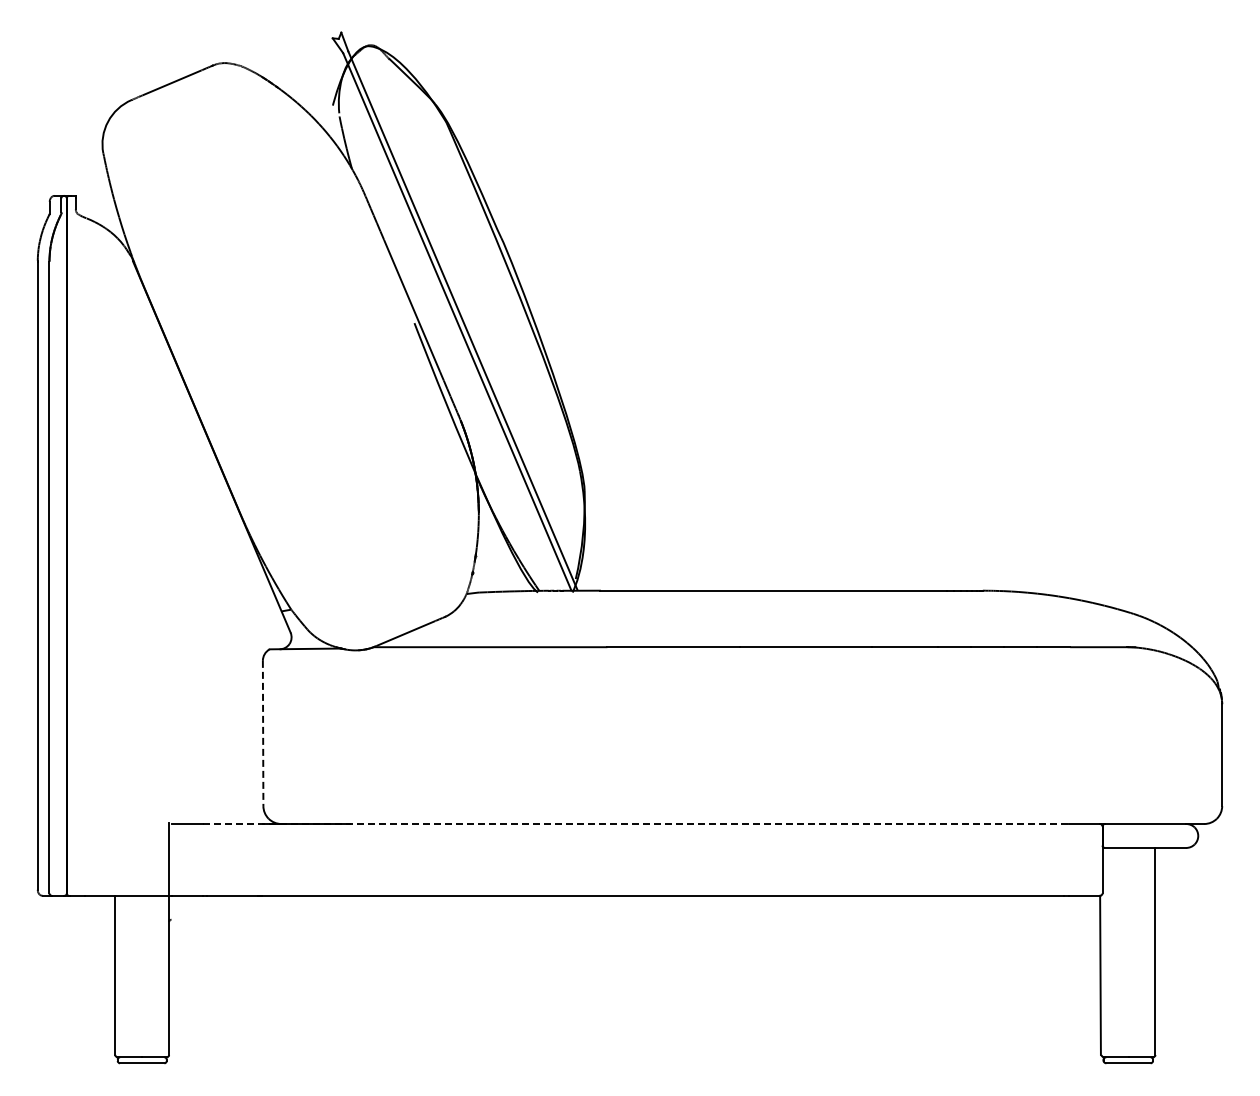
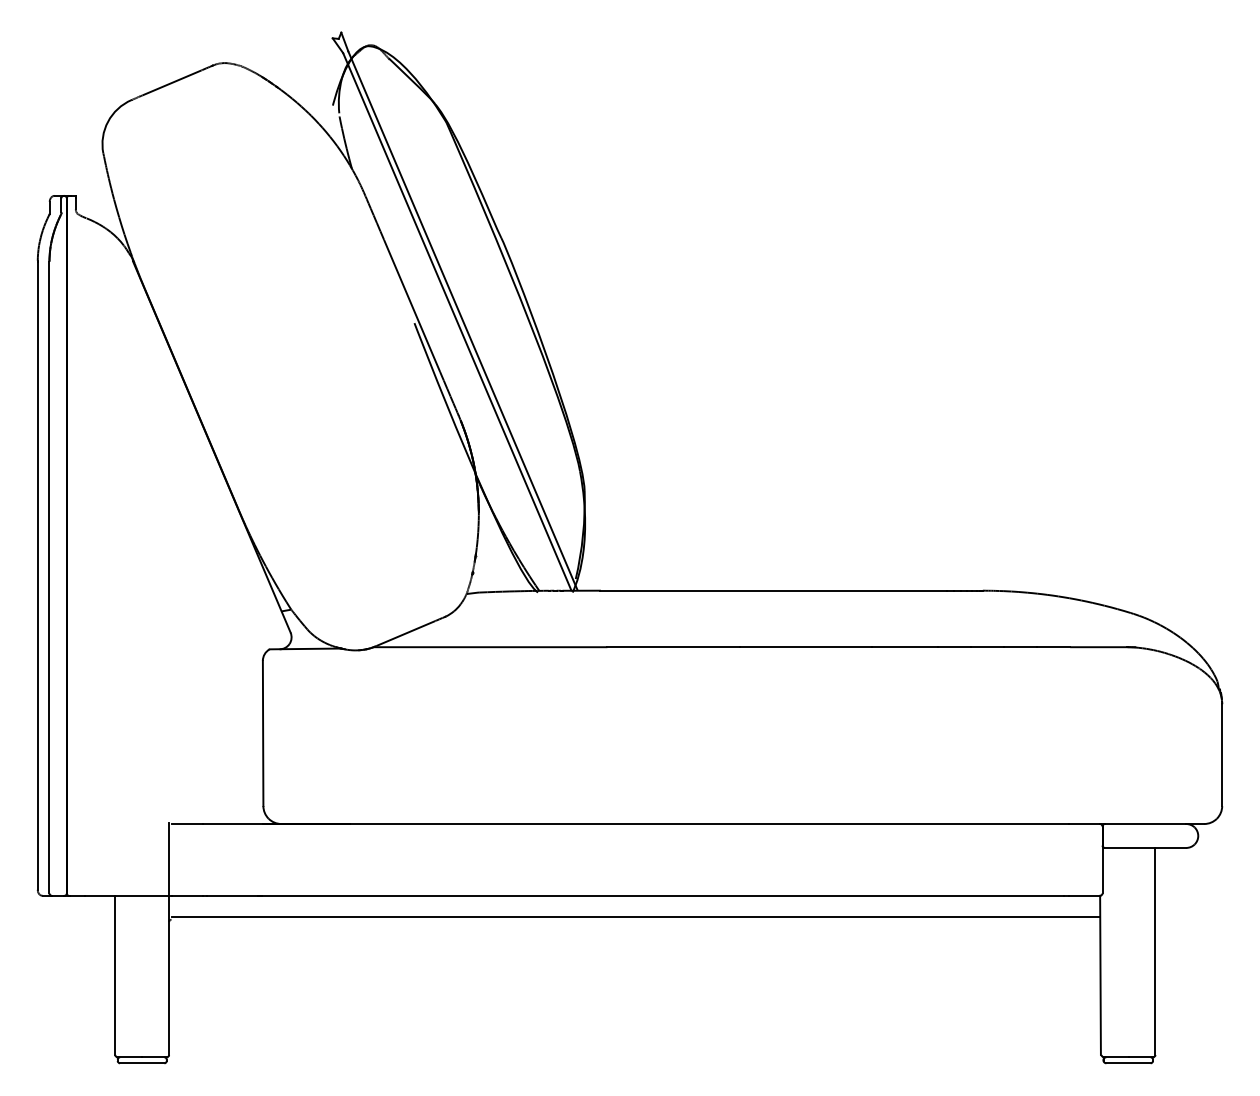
line at (263, 733): dashed -> solid
line at (636, 824): dashed -> solid
line at (635, 916): none -> present
